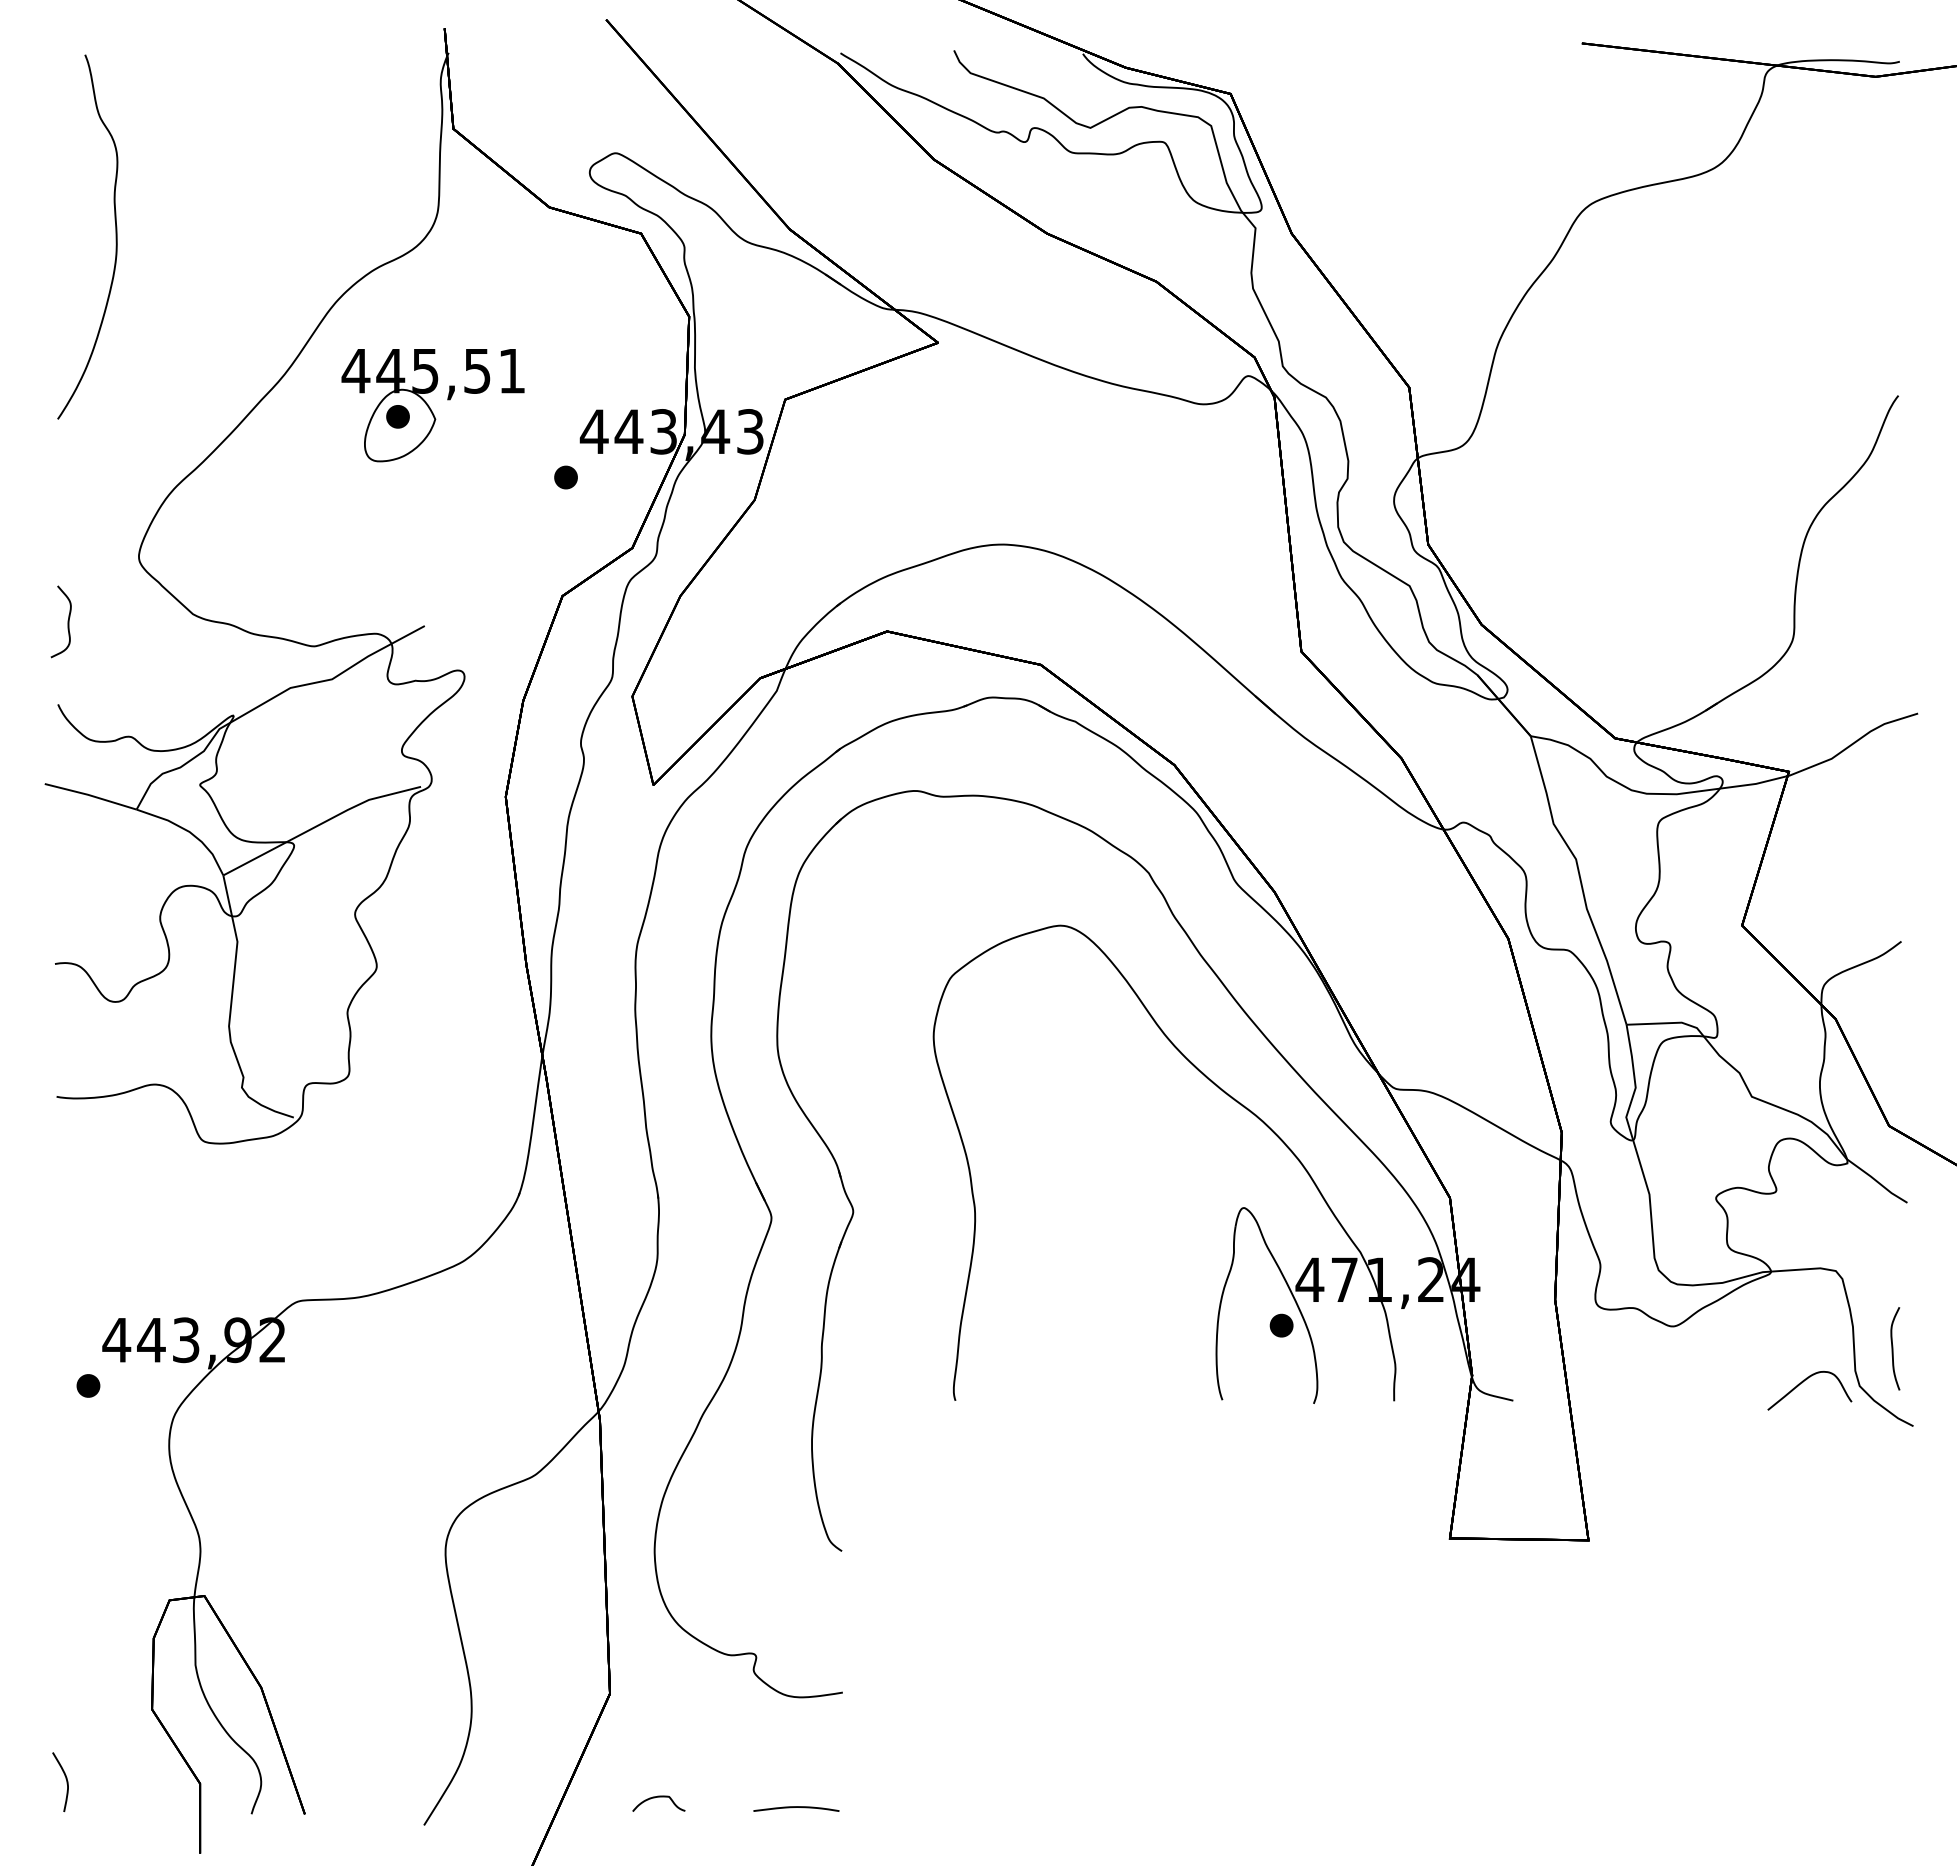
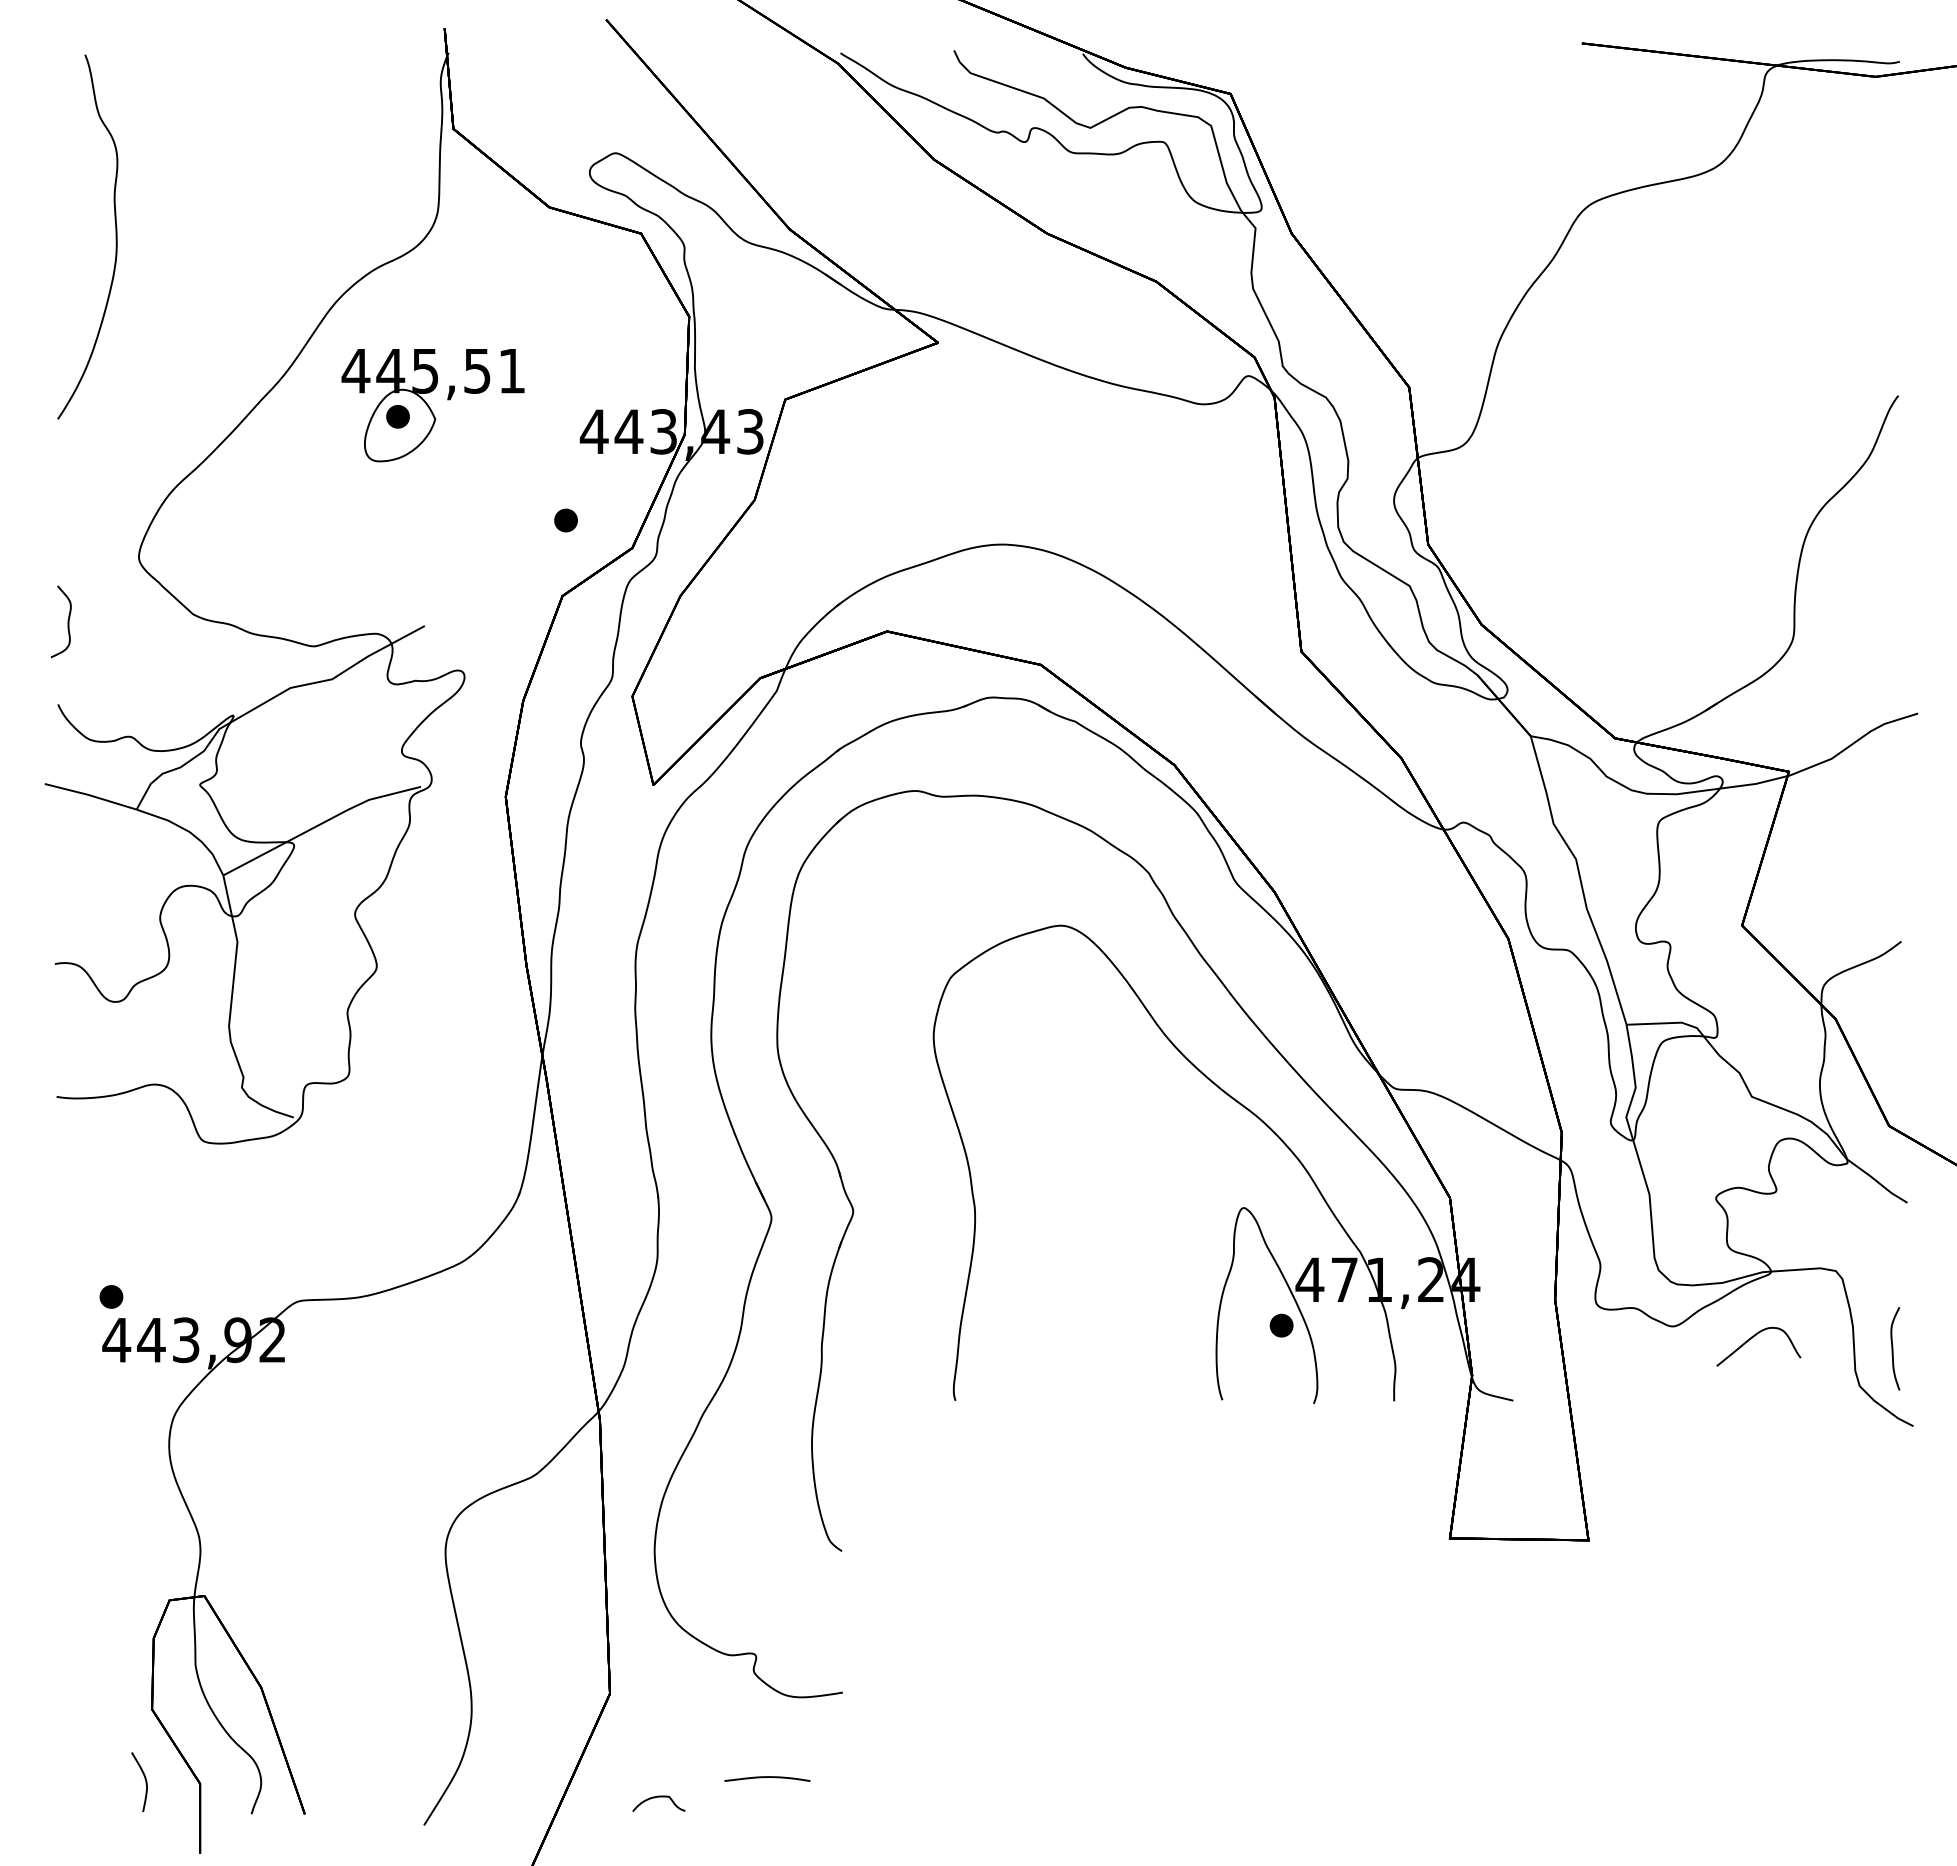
part at (565, 477) position: (565, 477) -> (565, 520)
curve at (1802, 1383) position: (1802, 1383) -> (1751, 1339)
part at (88, 1385) position: (88, 1385) -> (111, 1296)
curve at (65, 1779) position: (65, 1779) -> (144, 1779)
curve at (796, 1807) position: (796, 1807) -> (767, 1777)
